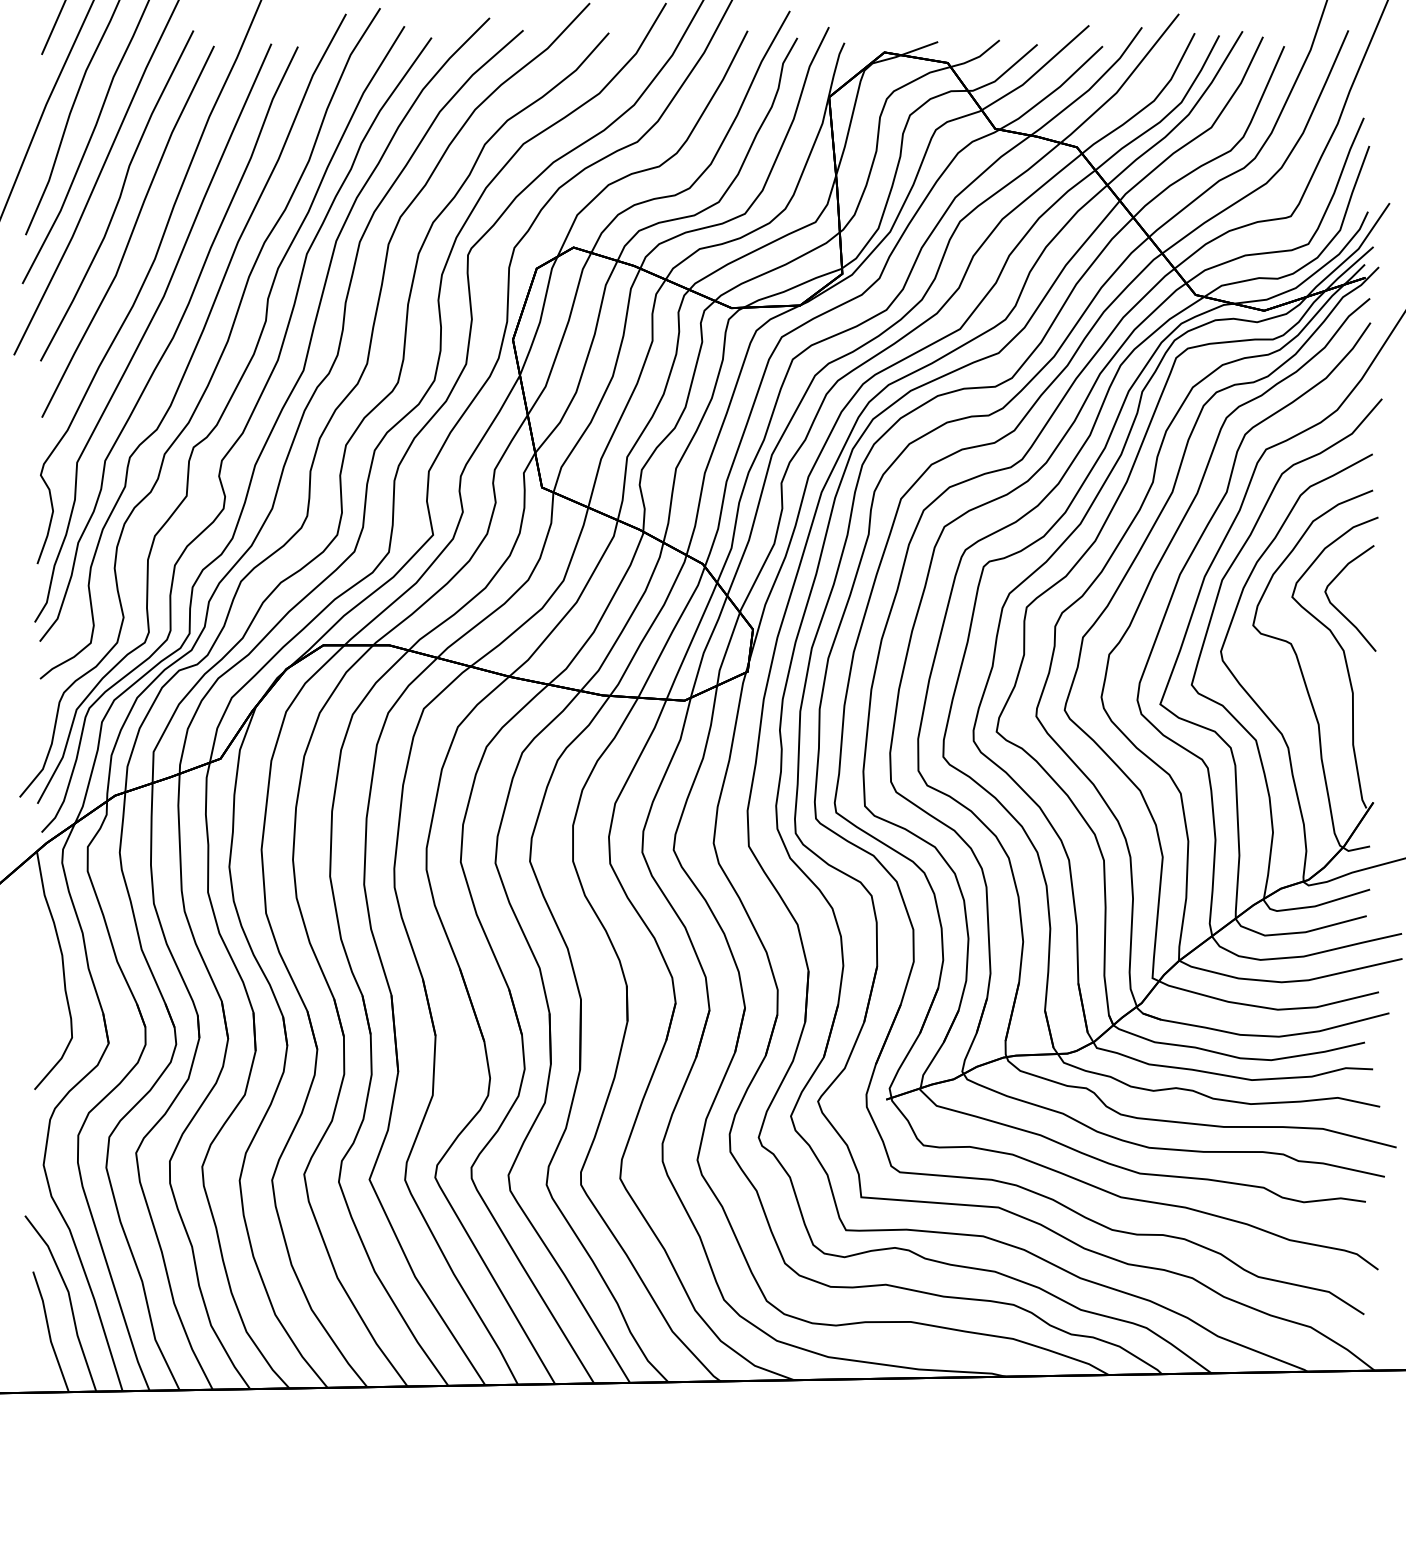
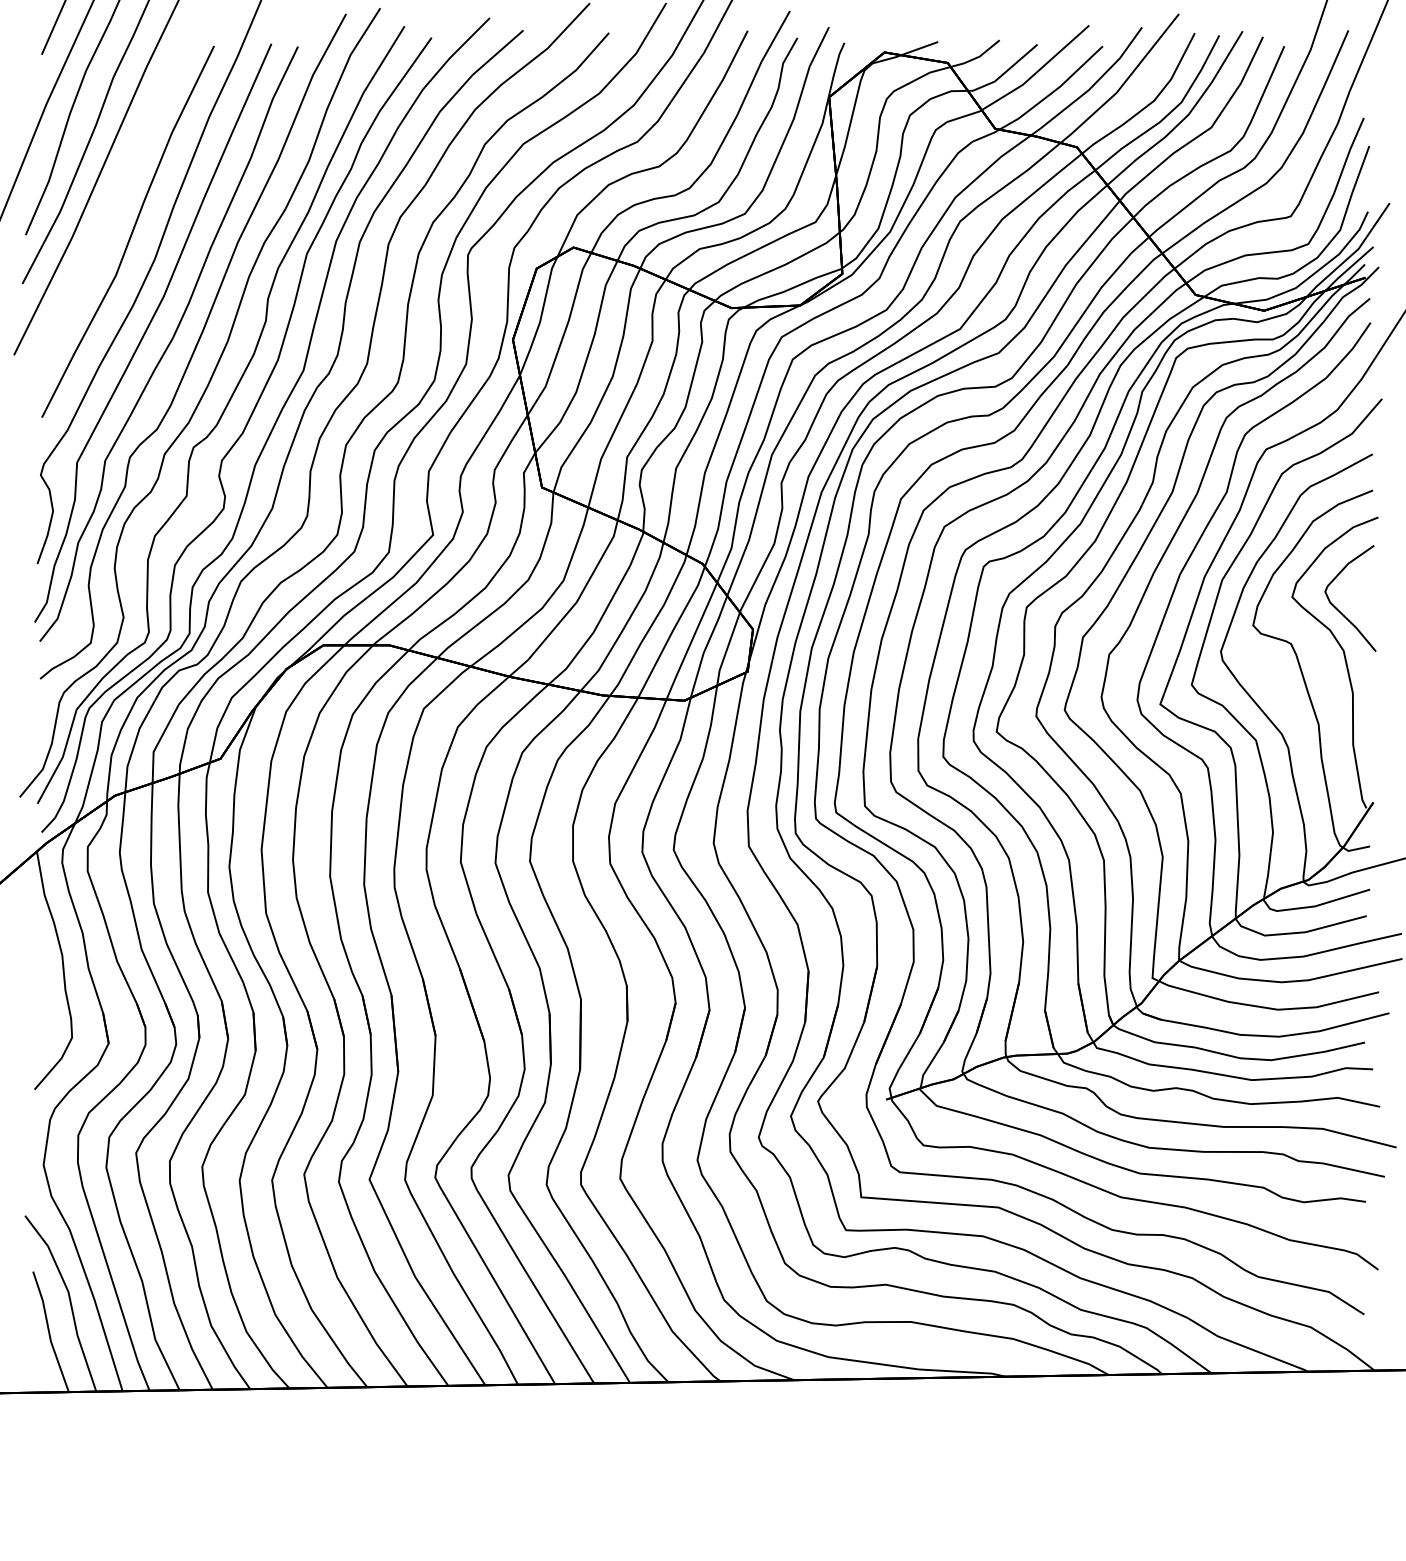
curve at (119, 195): present -> none
